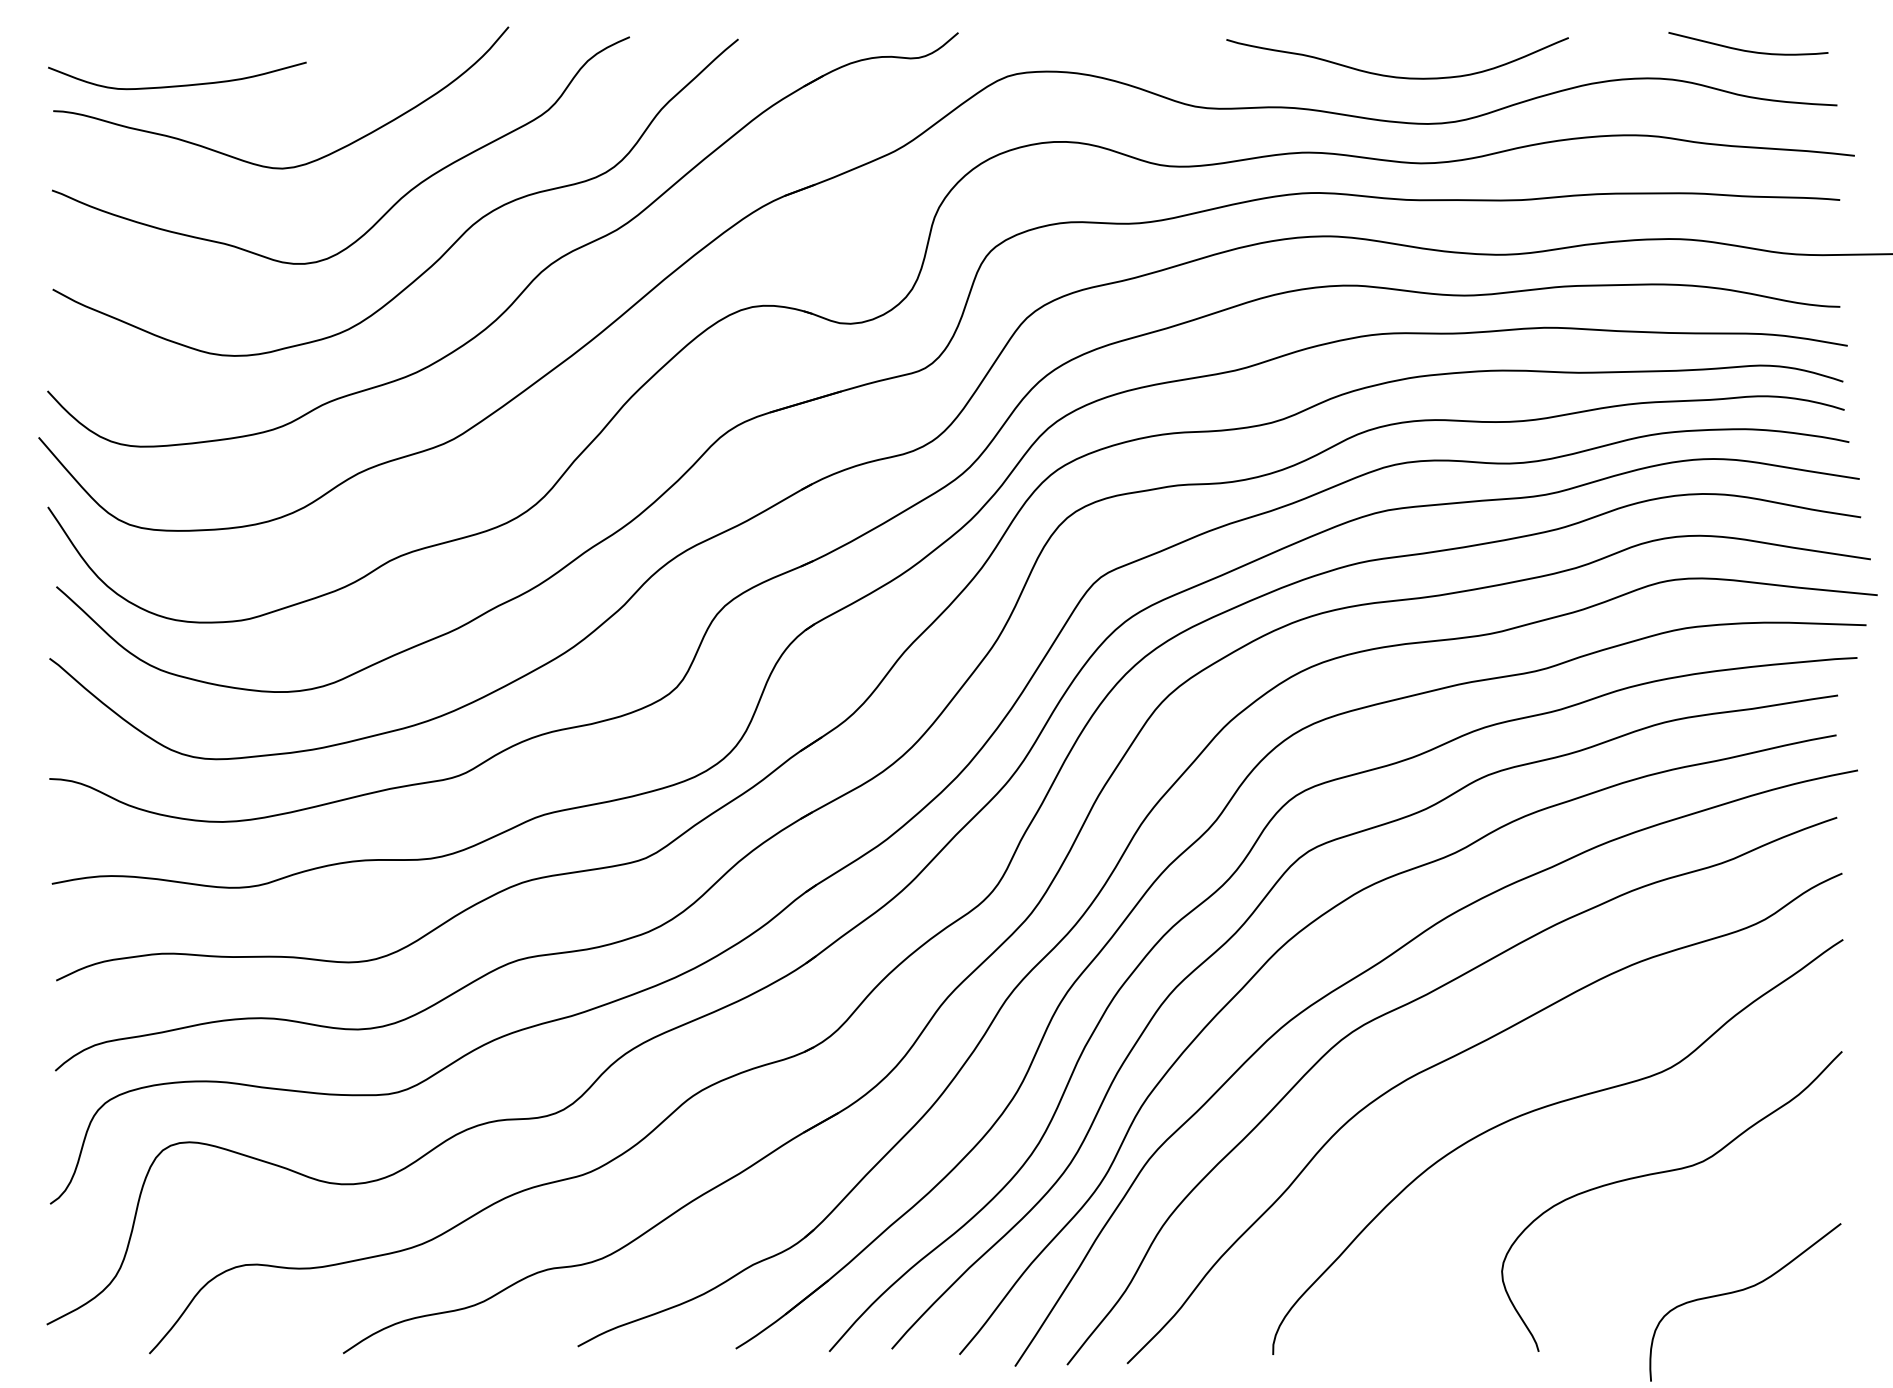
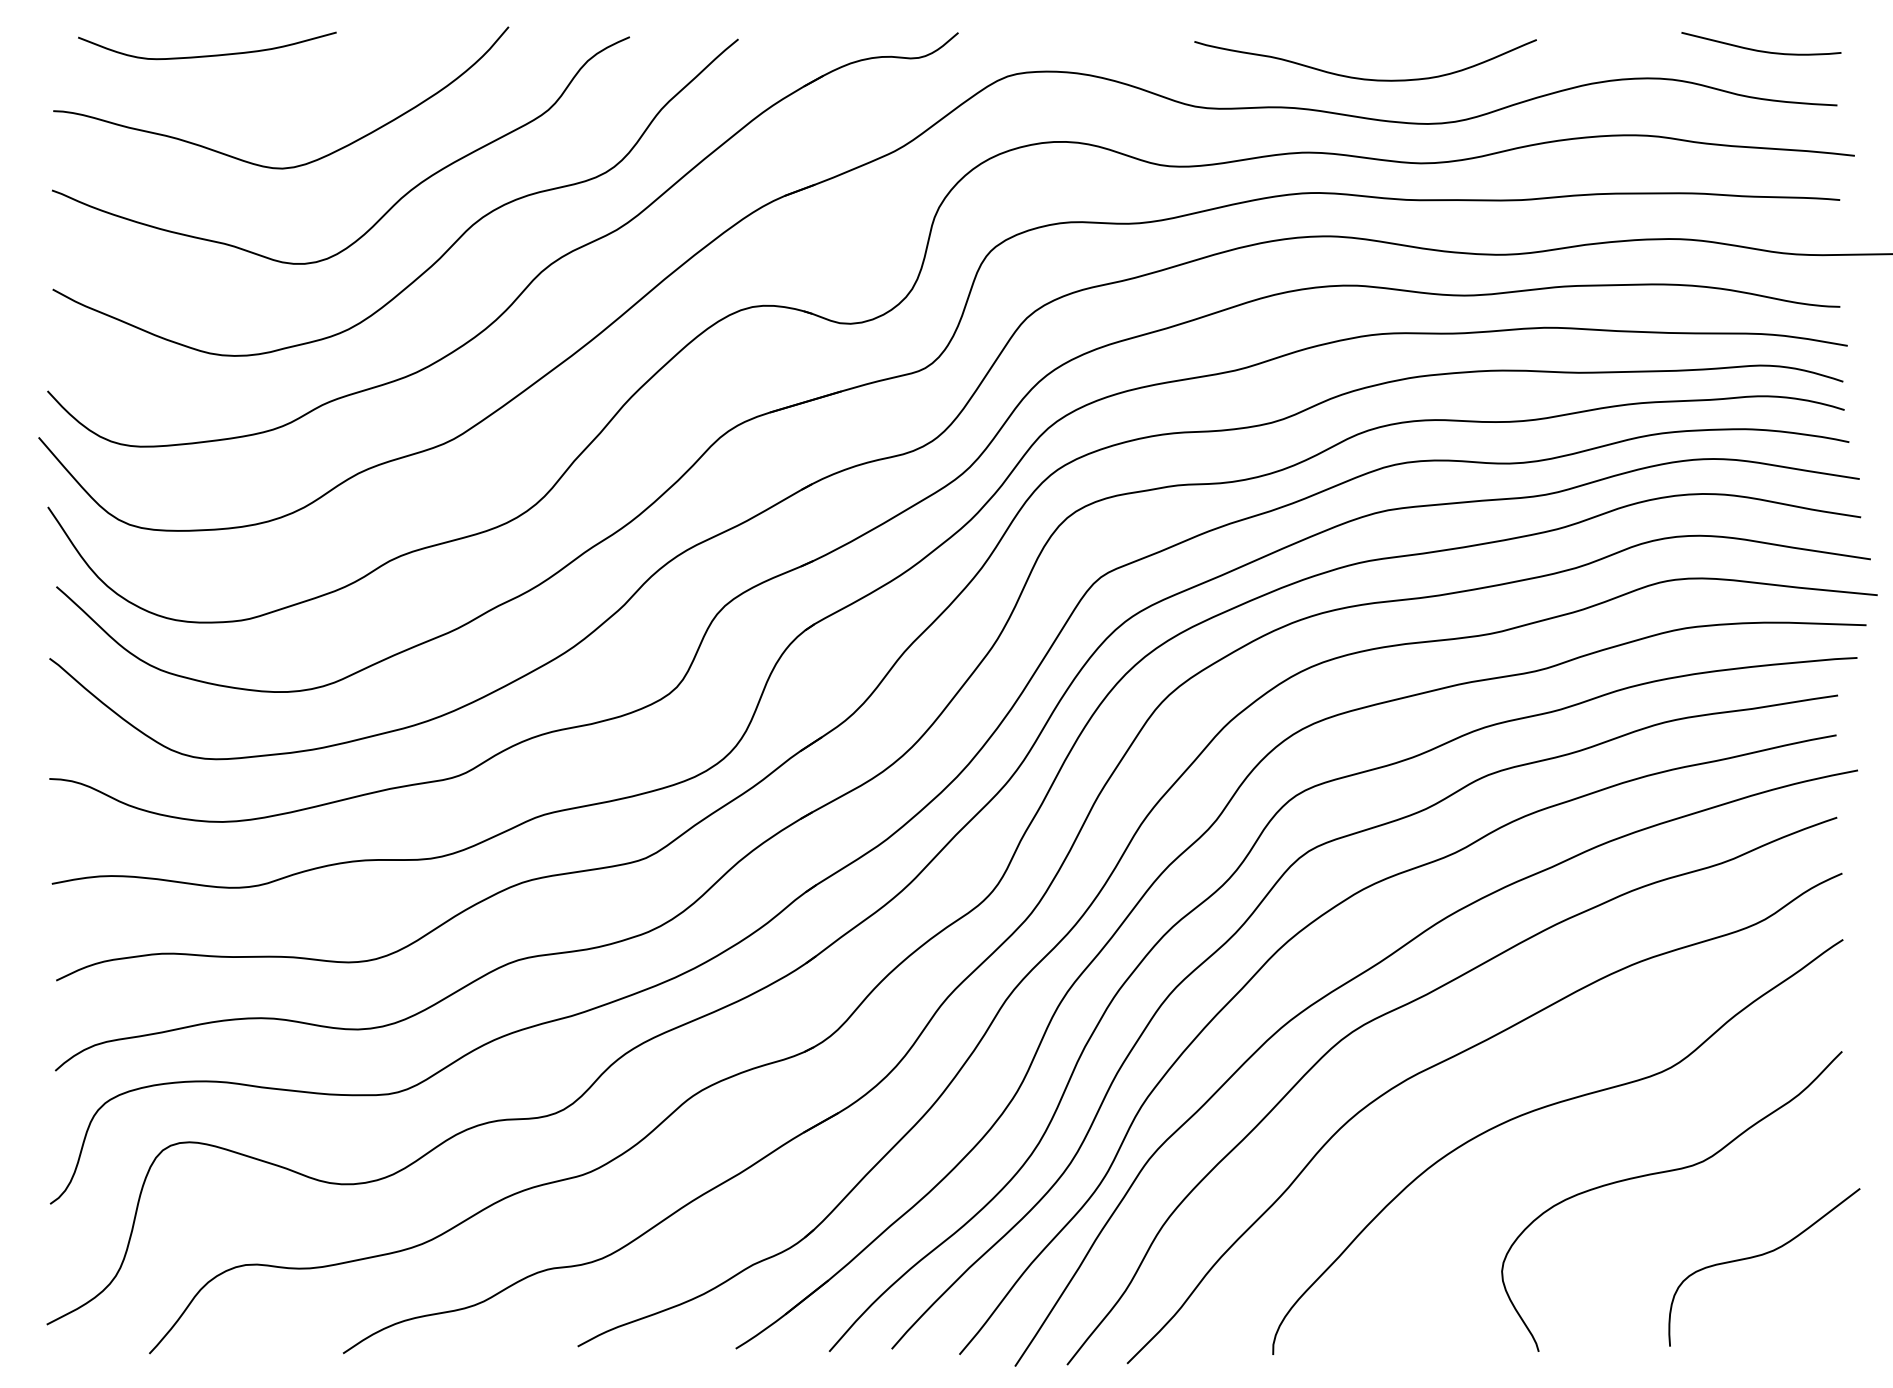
curve at (1748, 50) position: (1748, 50) -> (1761, 50)
curve at (1397, 76) position: (1397, 76) -> (1365, 78)
curve at (177, 85) position: (177, 85) -> (207, 55)
curve at (1741, 1291) position: (1741, 1291) -> (1760, 1256)
